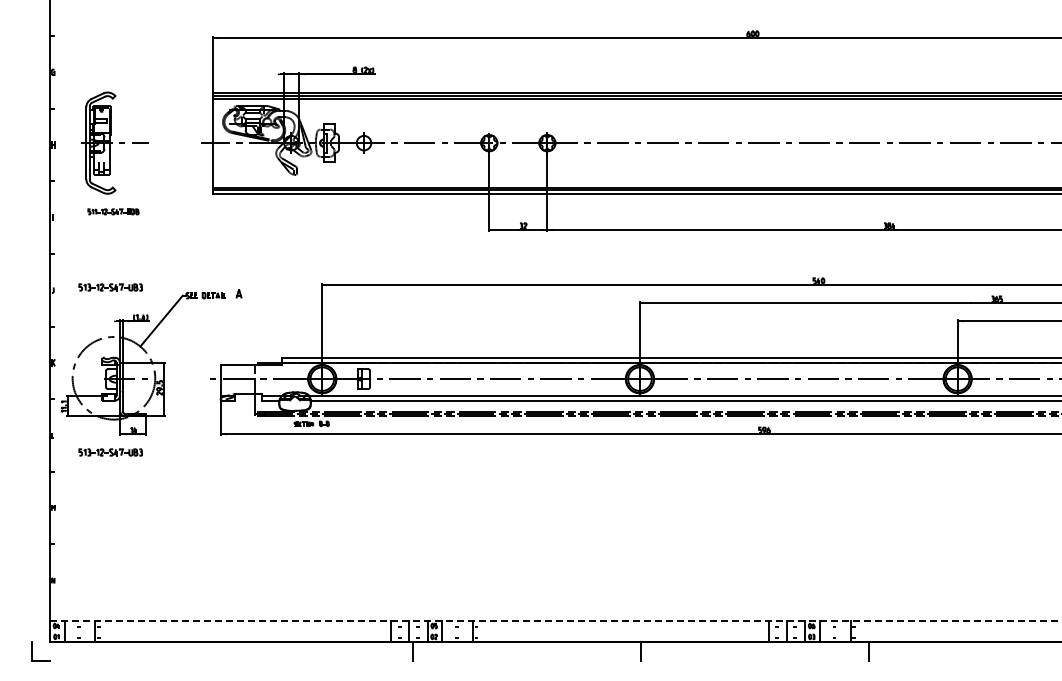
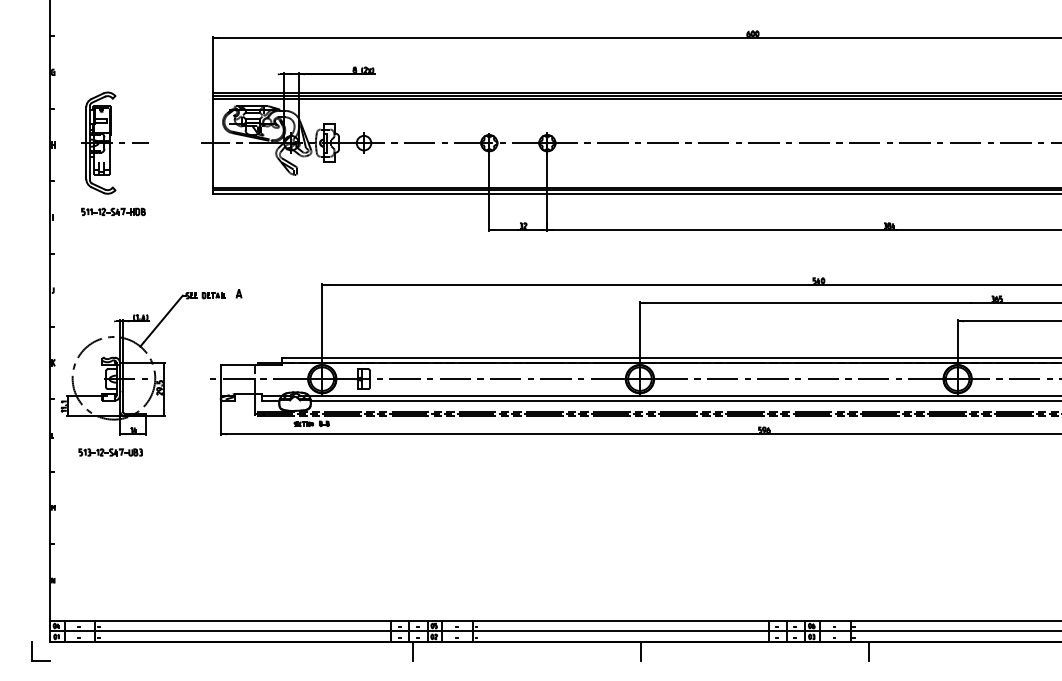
part at (113, 211) size: 53x8 px -> 65x9 px
part at (110, 287): present -> none
line at (555, 620): dashed -> solid
line at (554, 631): none -> present
